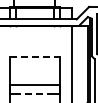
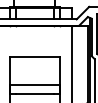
line at (35, 56): dashed -> solid
line at (34, 94): dashed -> solid
